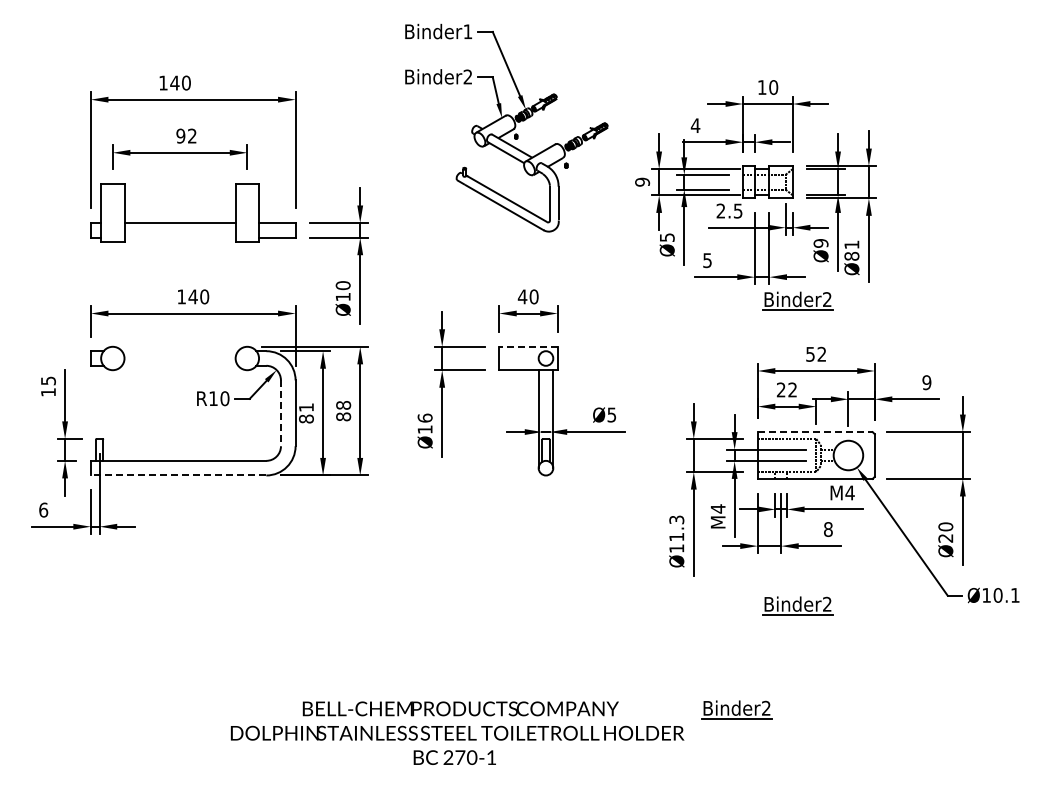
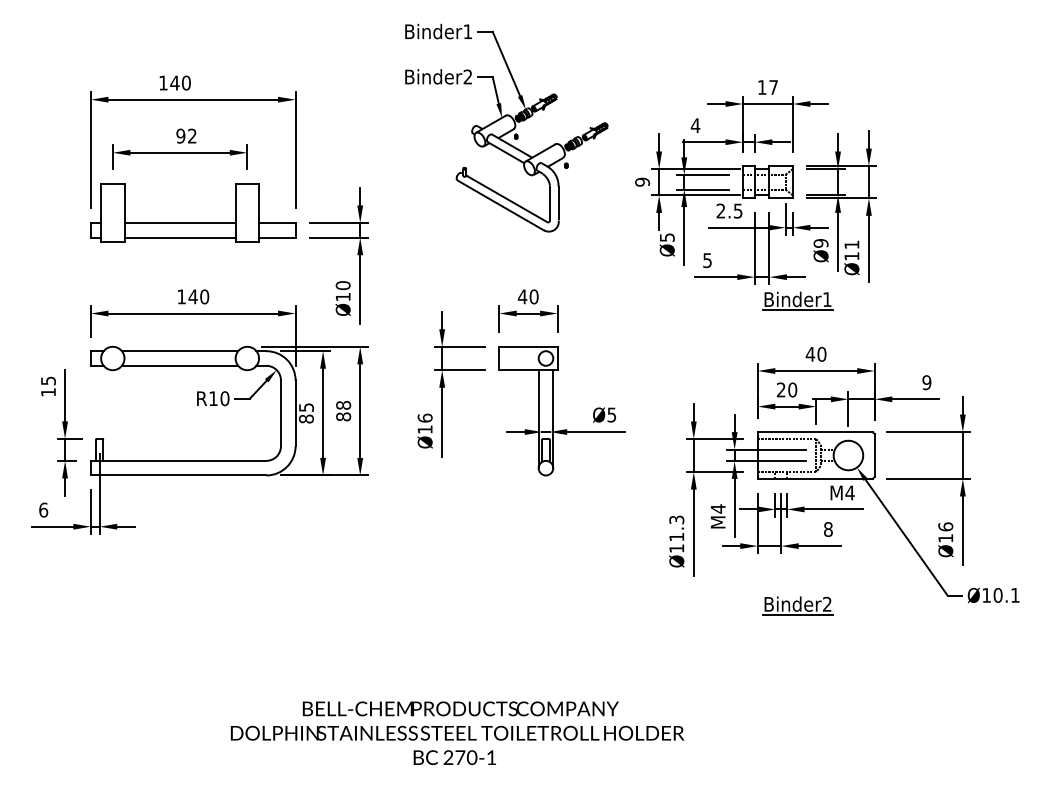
text at (773, 87): 10 -> 17
line at (179, 237): none -> present
text at (851, 255): Ø81 -> Ø11
text at (827, 299): Binder2 -> Binder1
line at (527, 346): dashed -> solid
line at (179, 351): none -> present
text at (815, 354): 52 -> 40
line at (179, 365): none -> present
text at (792, 389): 22 -> 20
text at (306, 407): 81 -> 85
line at (280, 413): dashed -> solid
line at (815, 432): dashed -> solid
line at (178, 475): dashed -> solid
text at (945, 532): Ø20 -> Ø16
part at (736, 709): present -> none
